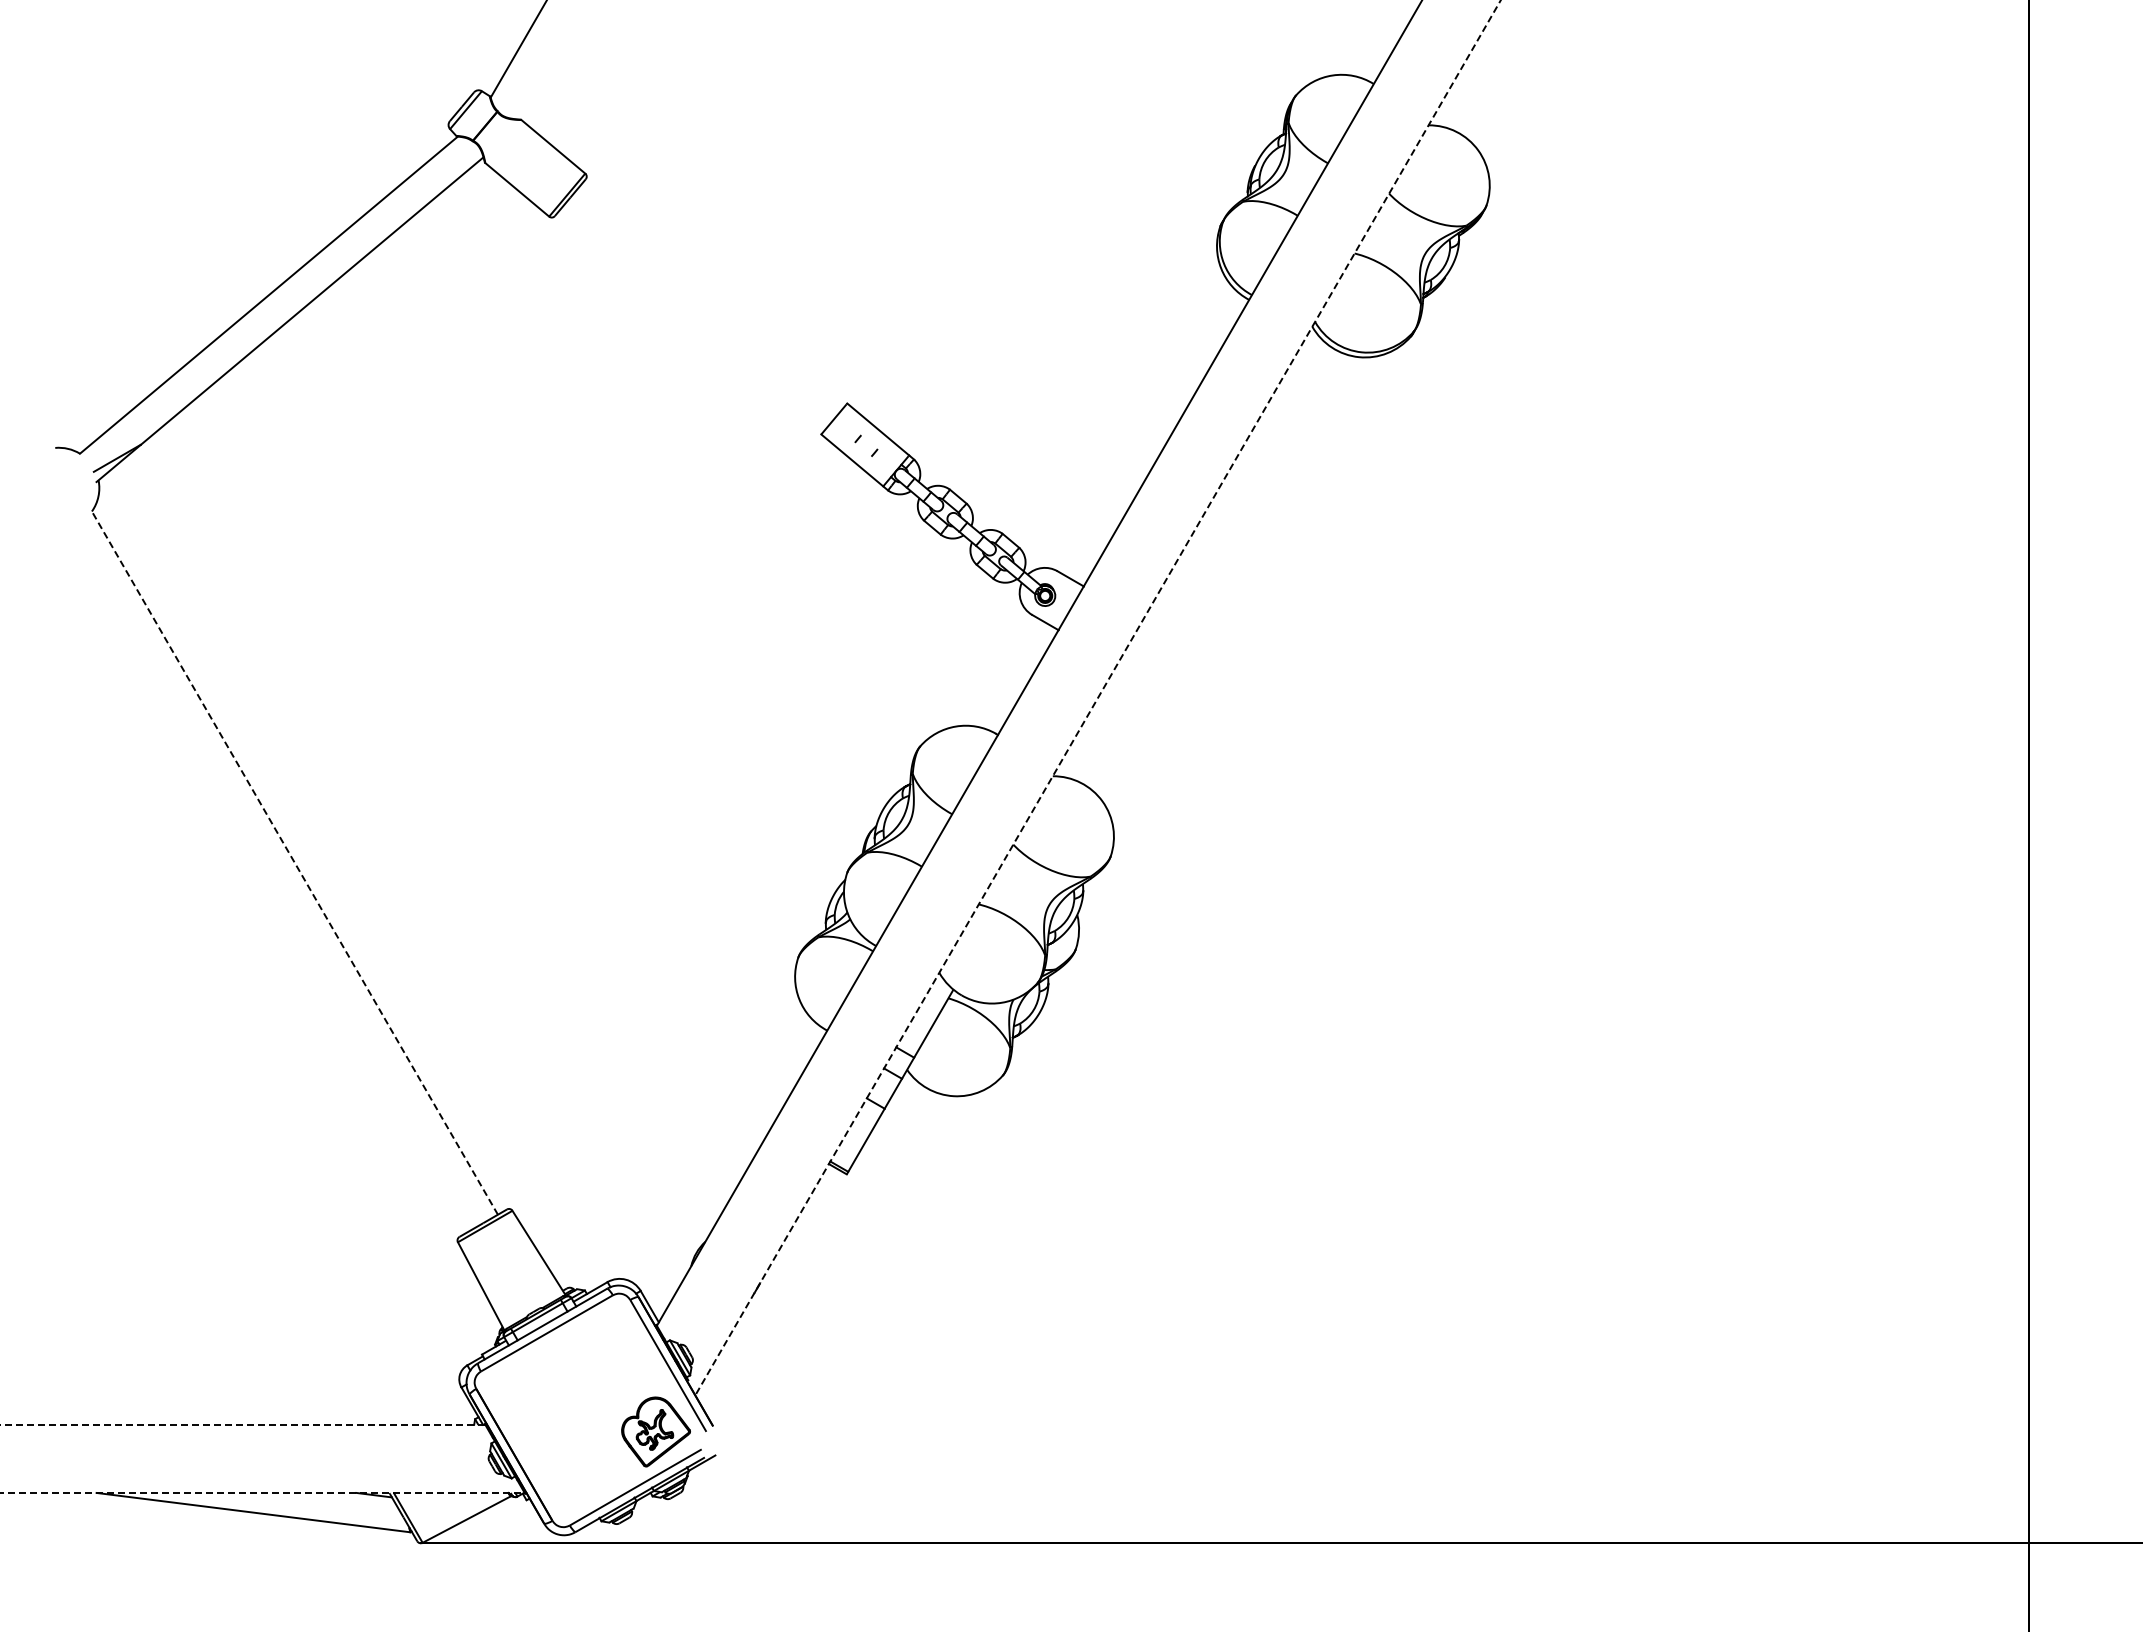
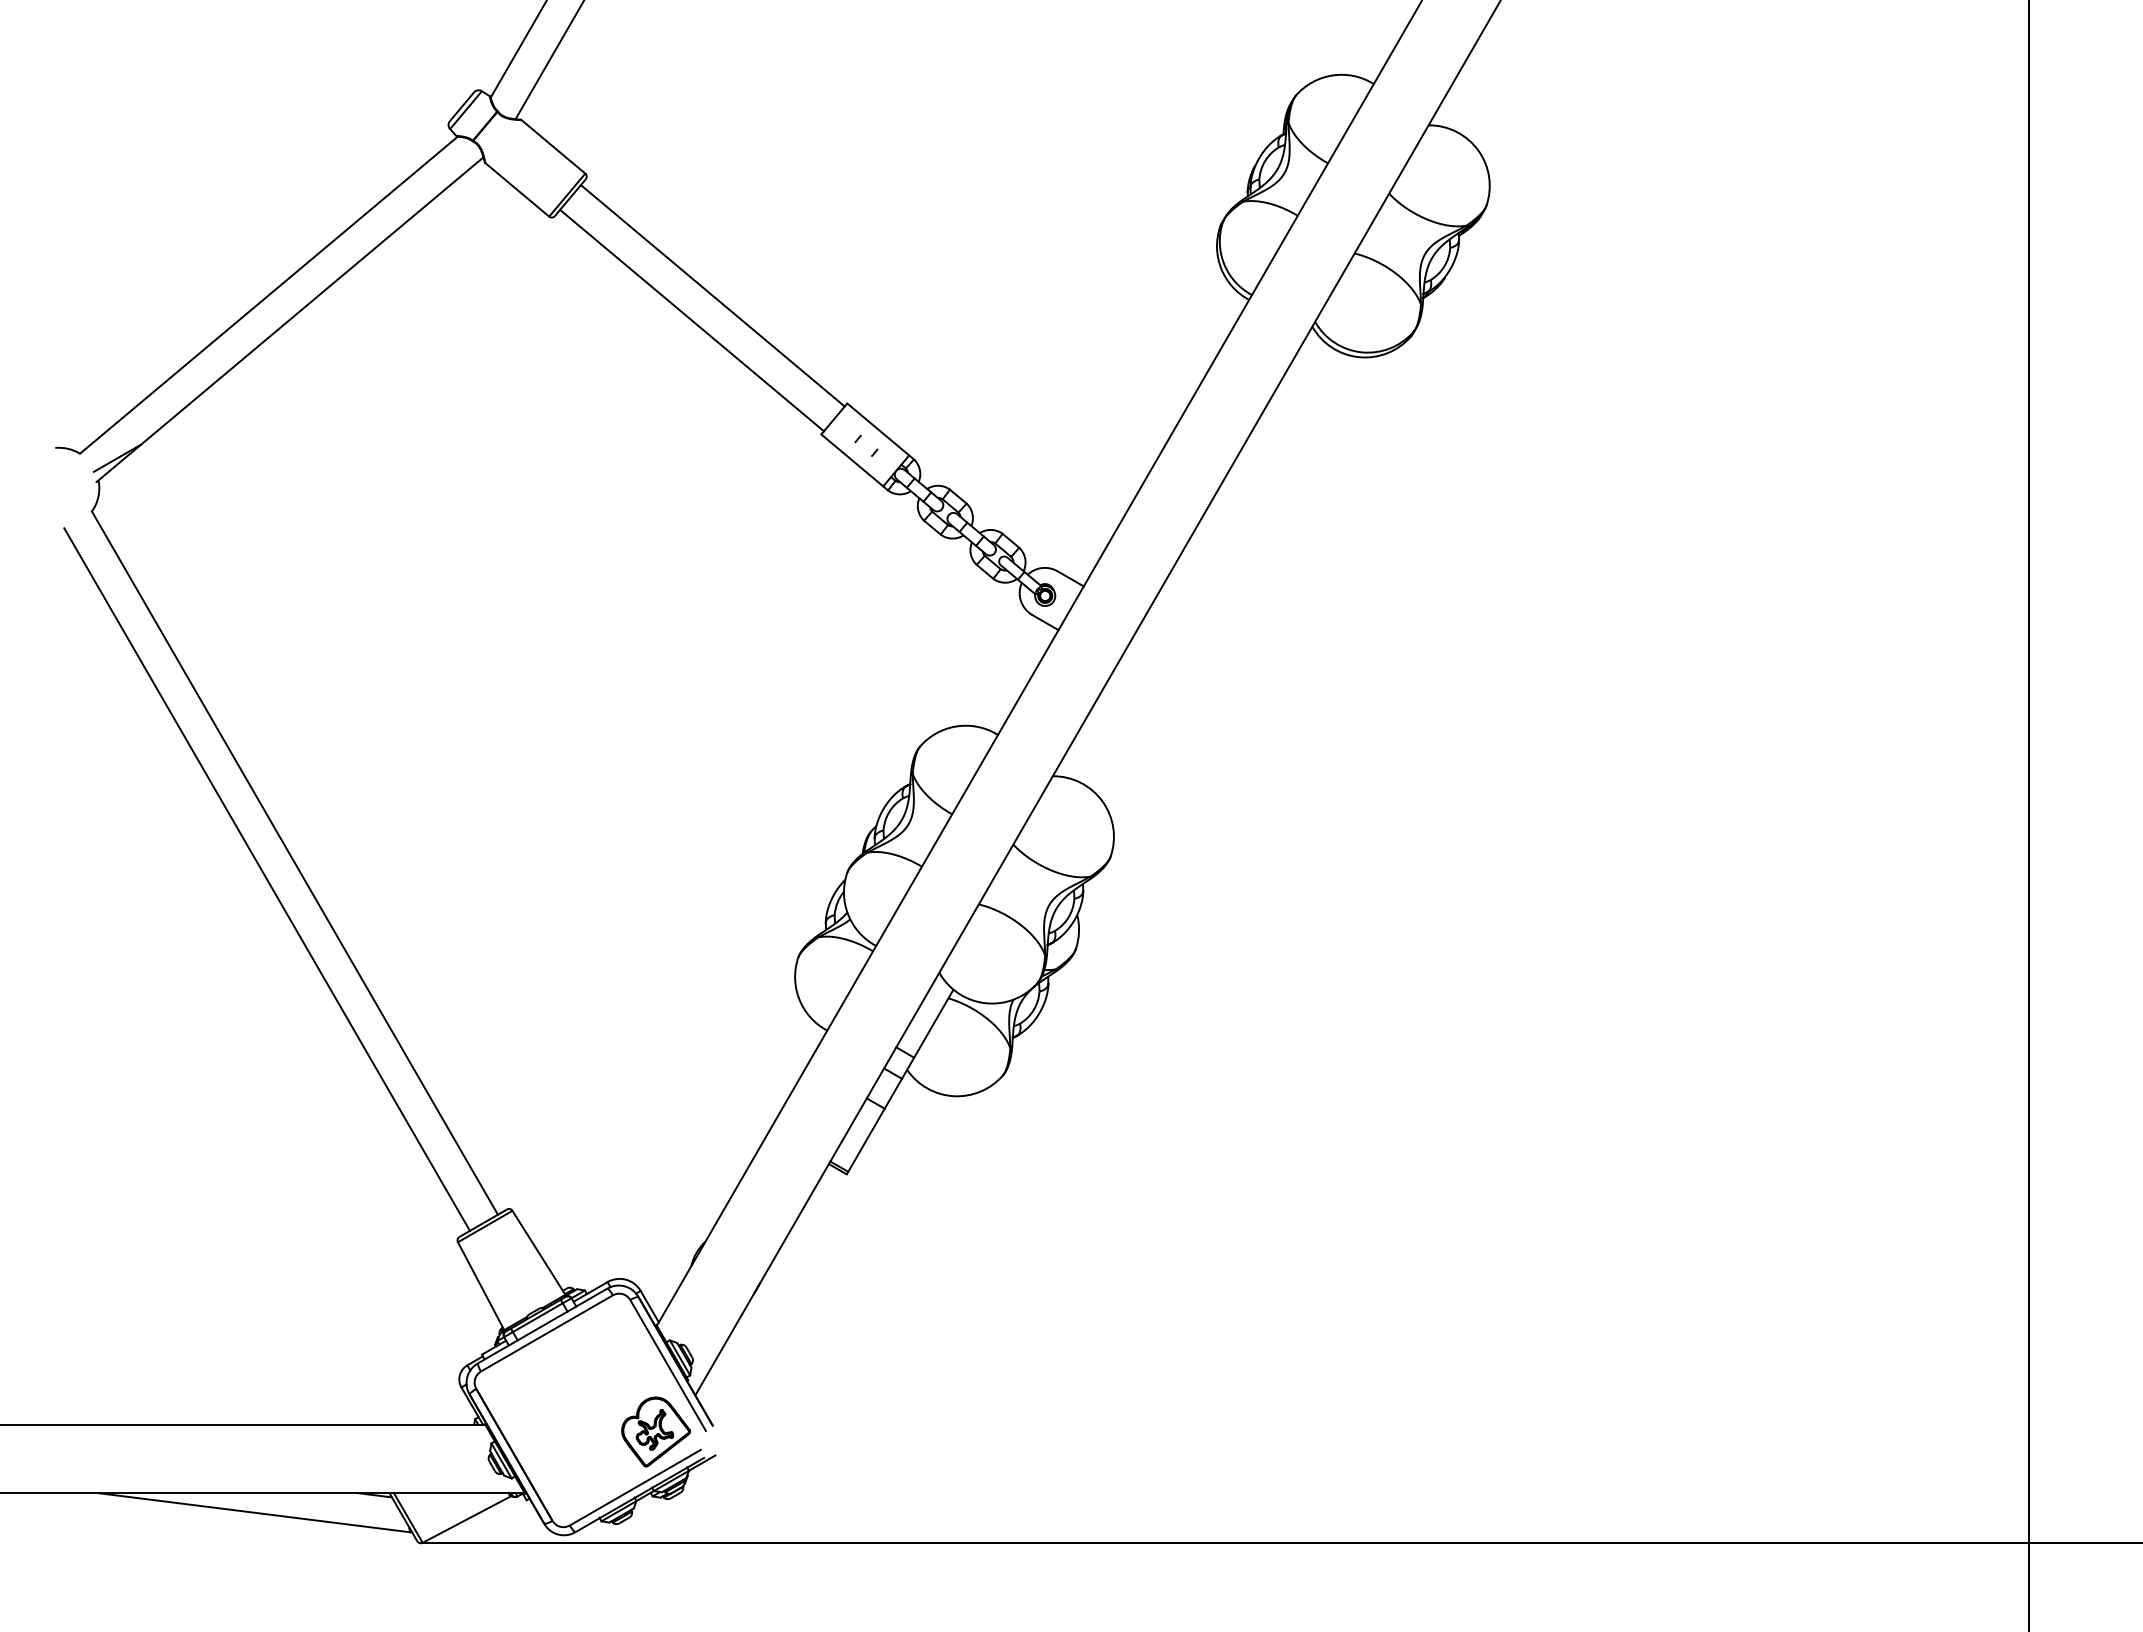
line at (549, 60): none -> present
line at (712, 295): none -> present
line at (691, 320): none -> present
line at (1098, 697): dashed -> solid
line at (294, 863): dashed -> solid
line at (266, 879): none -> present
line at (242, 1424): dashed -> solid
line at (262, 1492): dashed -> solid
